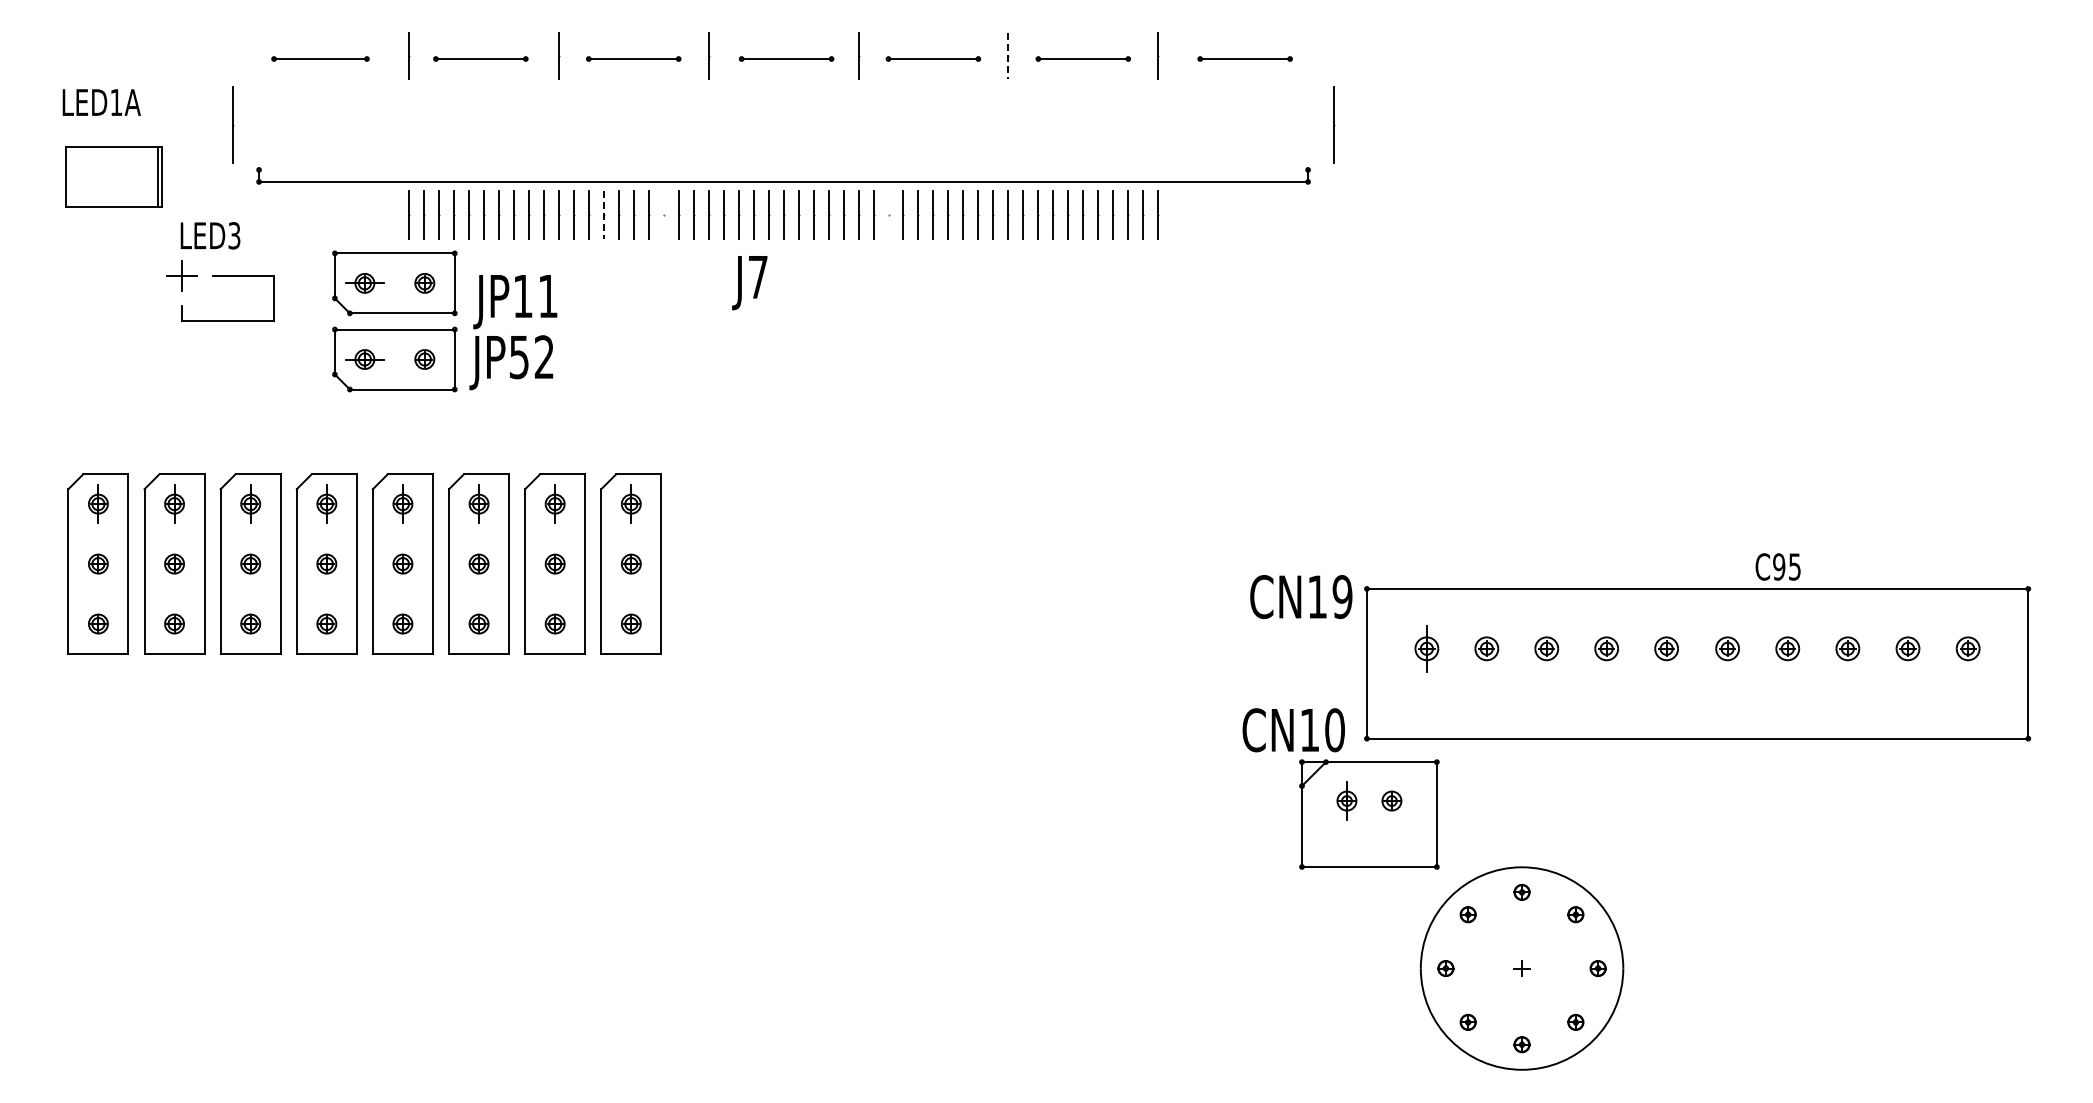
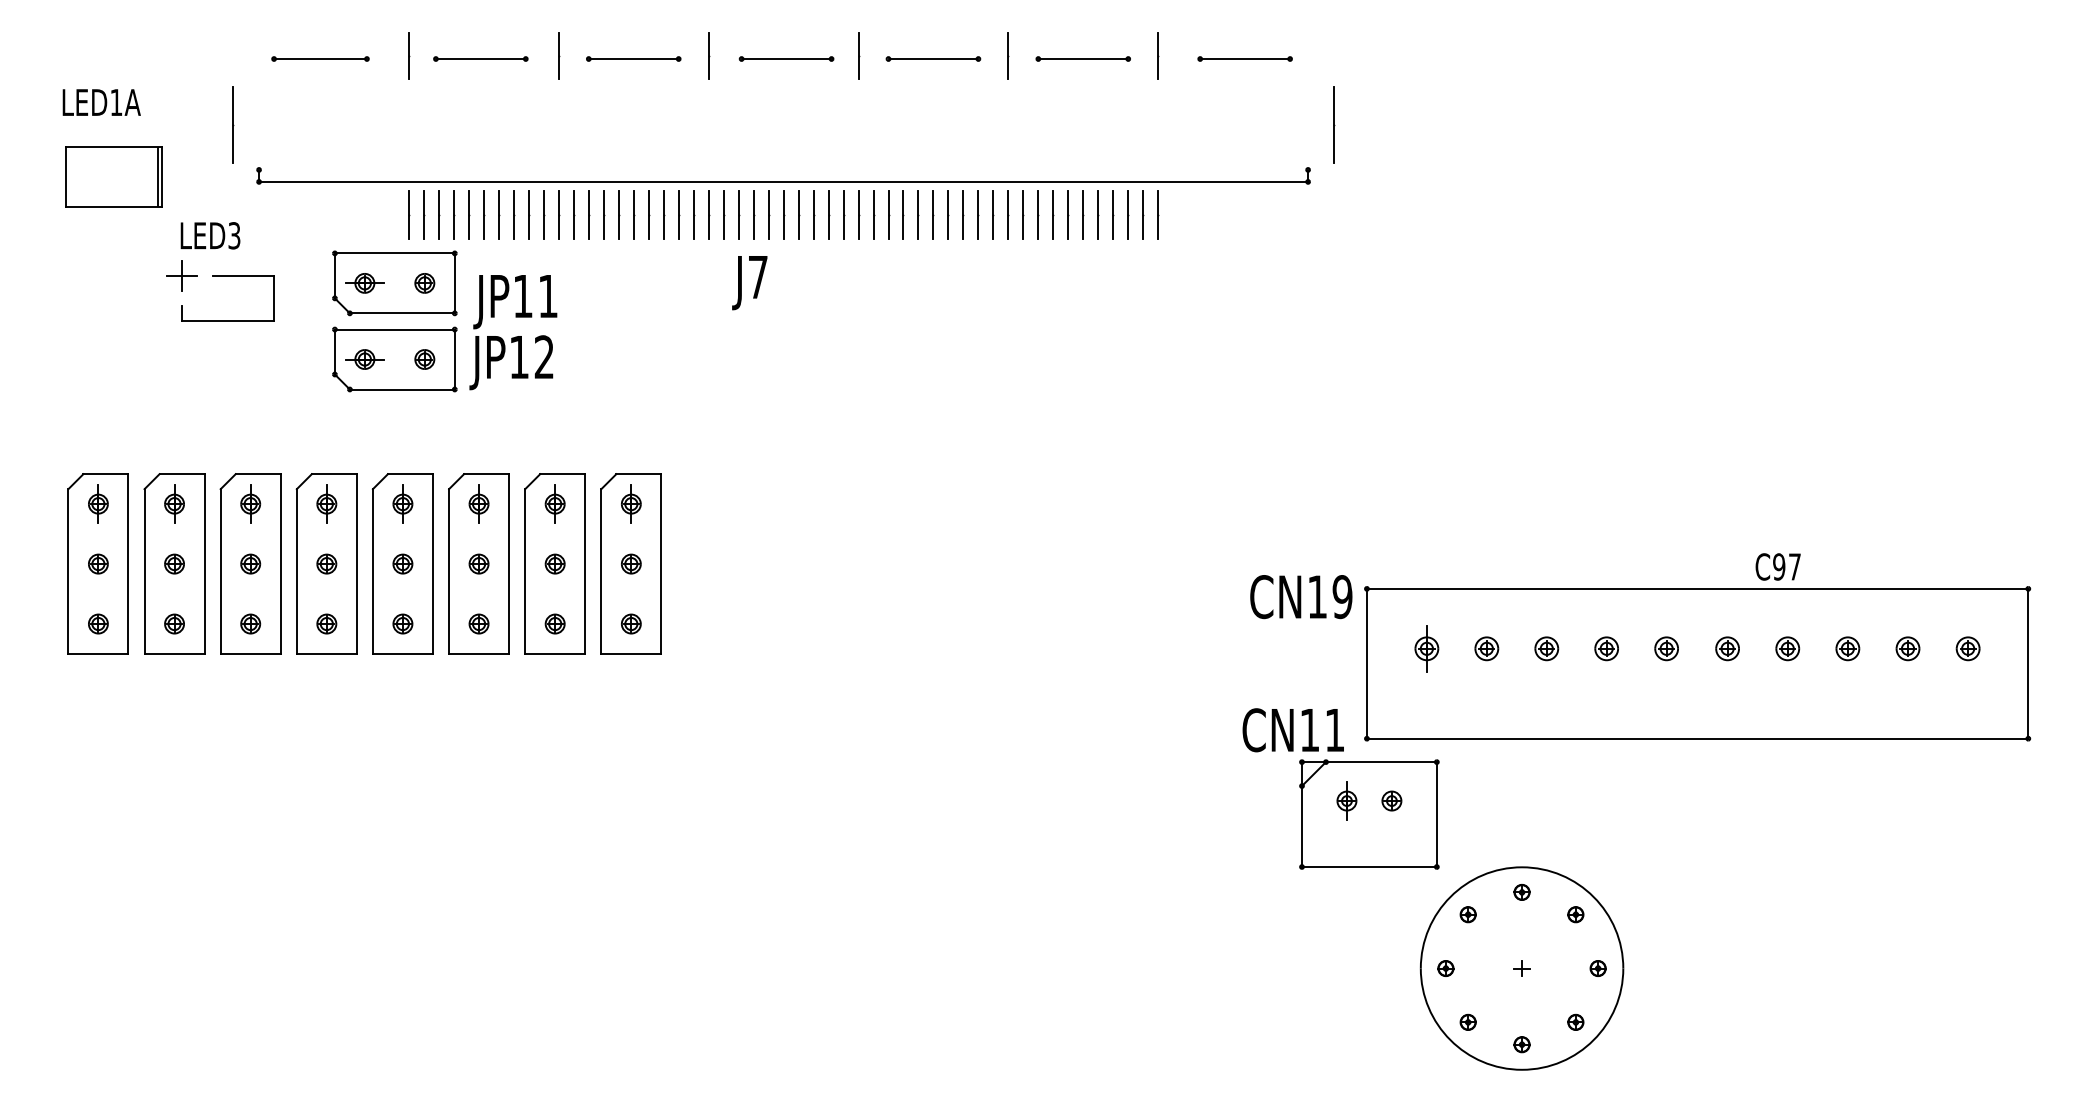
line at (1008, 56): dashed -> solid
line at (603, 214): dashed -> solid
line at (663, 214): none -> present
line at (888, 214): none -> present
text at (519, 357): JP52 -> JP12
text at (1794, 566): C95 -> C97
text at (1334, 730): CN10 -> CN11
